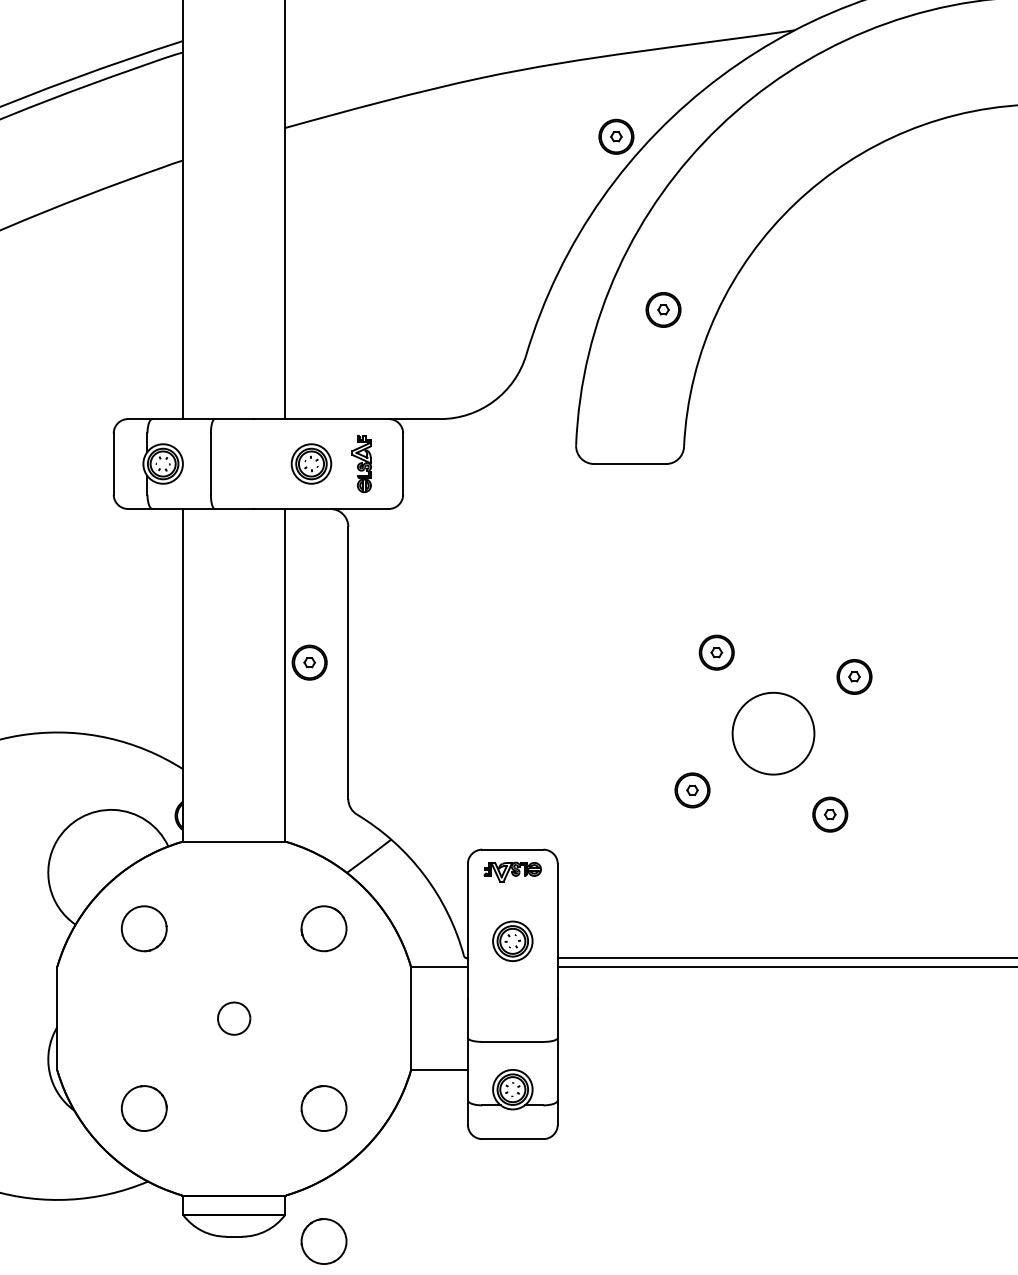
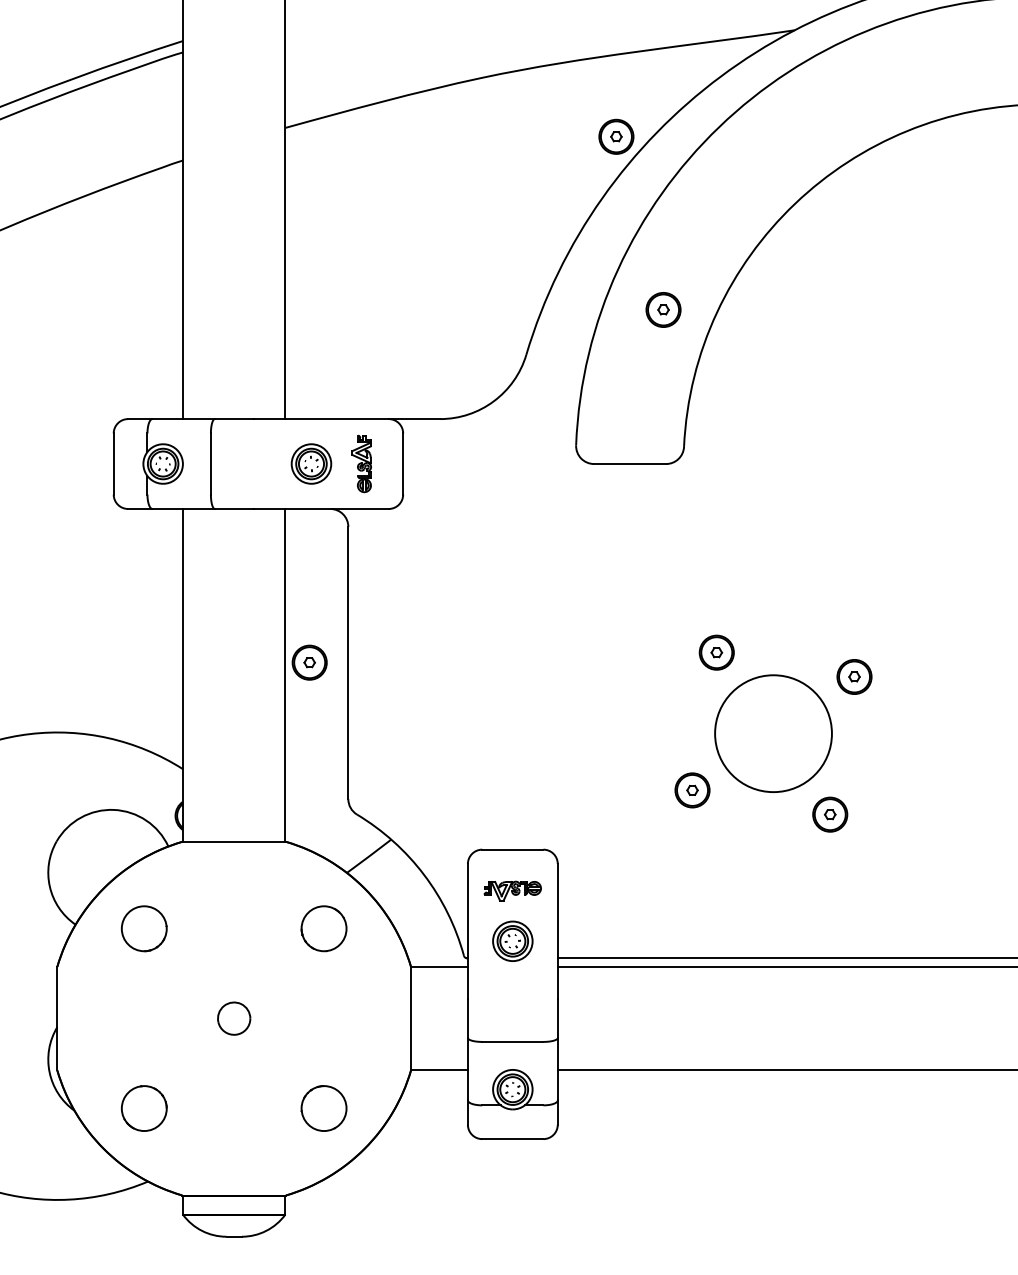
circle at (773, 733) diameter: 82 px -> 117 px
part at (512, 871) position: (512, 871) -> (512, 890)
line at (785, 1069): none -> present
part at (323, 1241): present -> none
